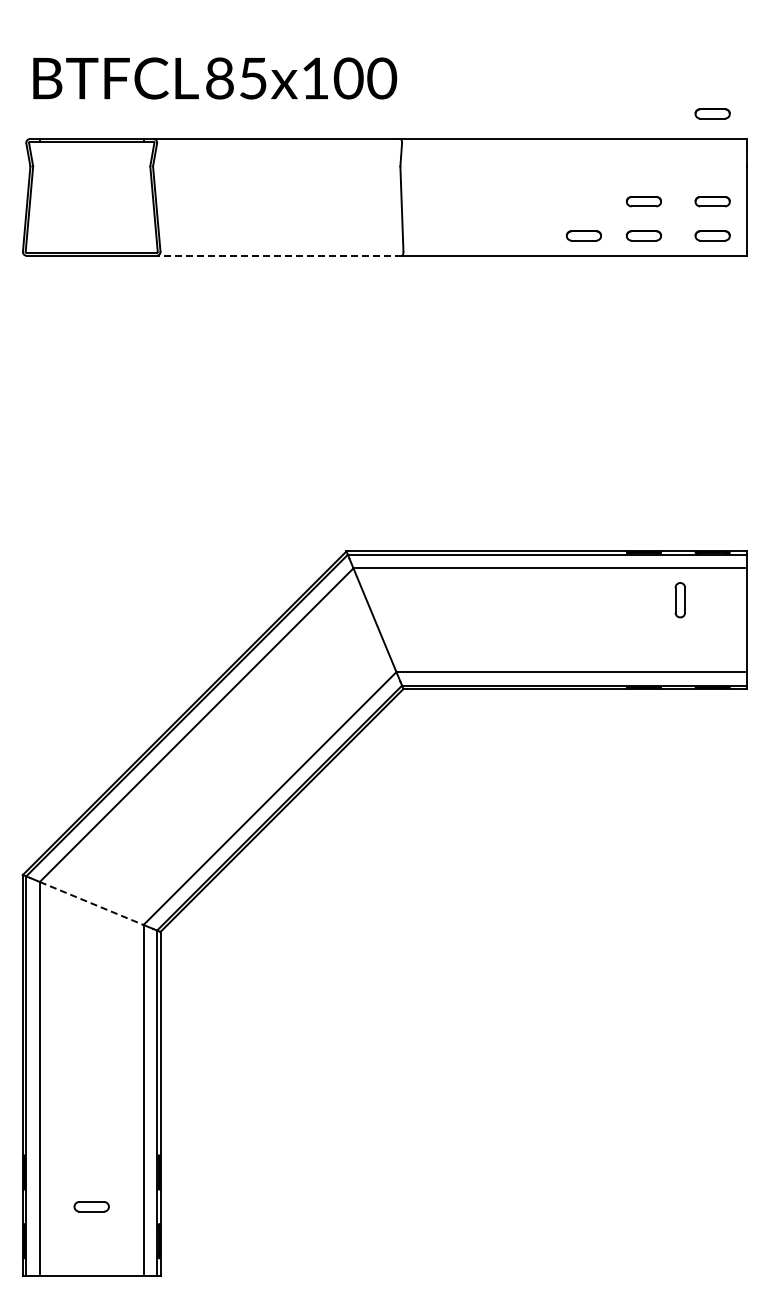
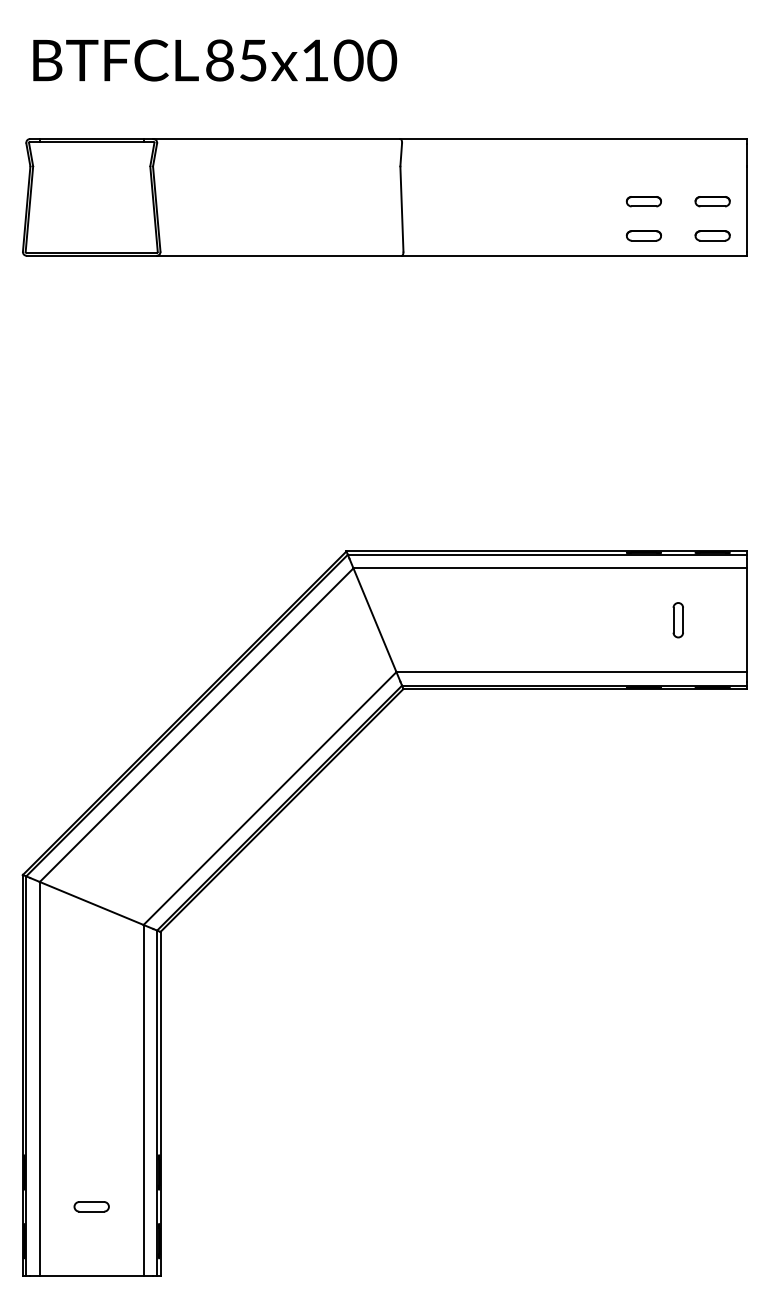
text at (215, 78) position: (215, 78) -> (215, 60)
part at (712, 113): present -> none
part at (583, 235): present -> none
line at (279, 255): dashed -> solid
part at (679, 600) position: (679, 600) -> (677, 620)
line at (92, 903): dashed -> solid
